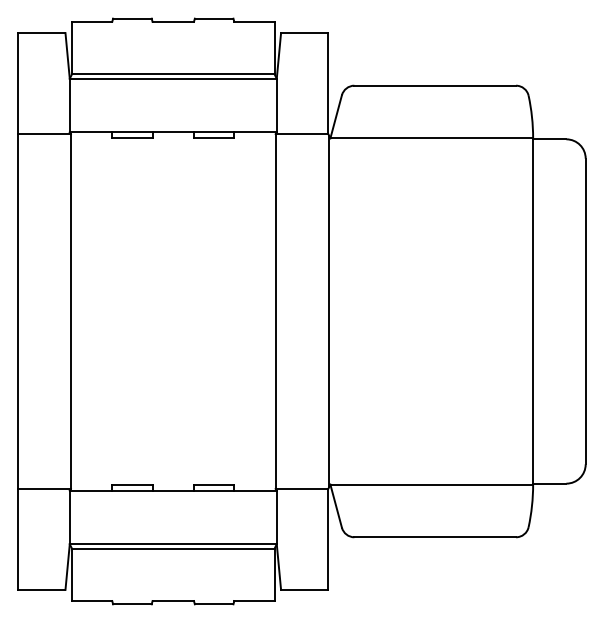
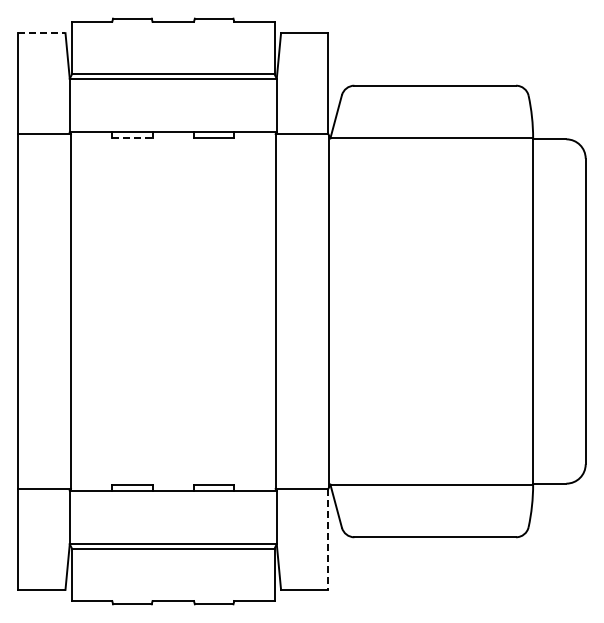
line at (41, 33): solid -> dashed
line at (132, 137): solid -> dashed
line at (328, 539): solid -> dashed
